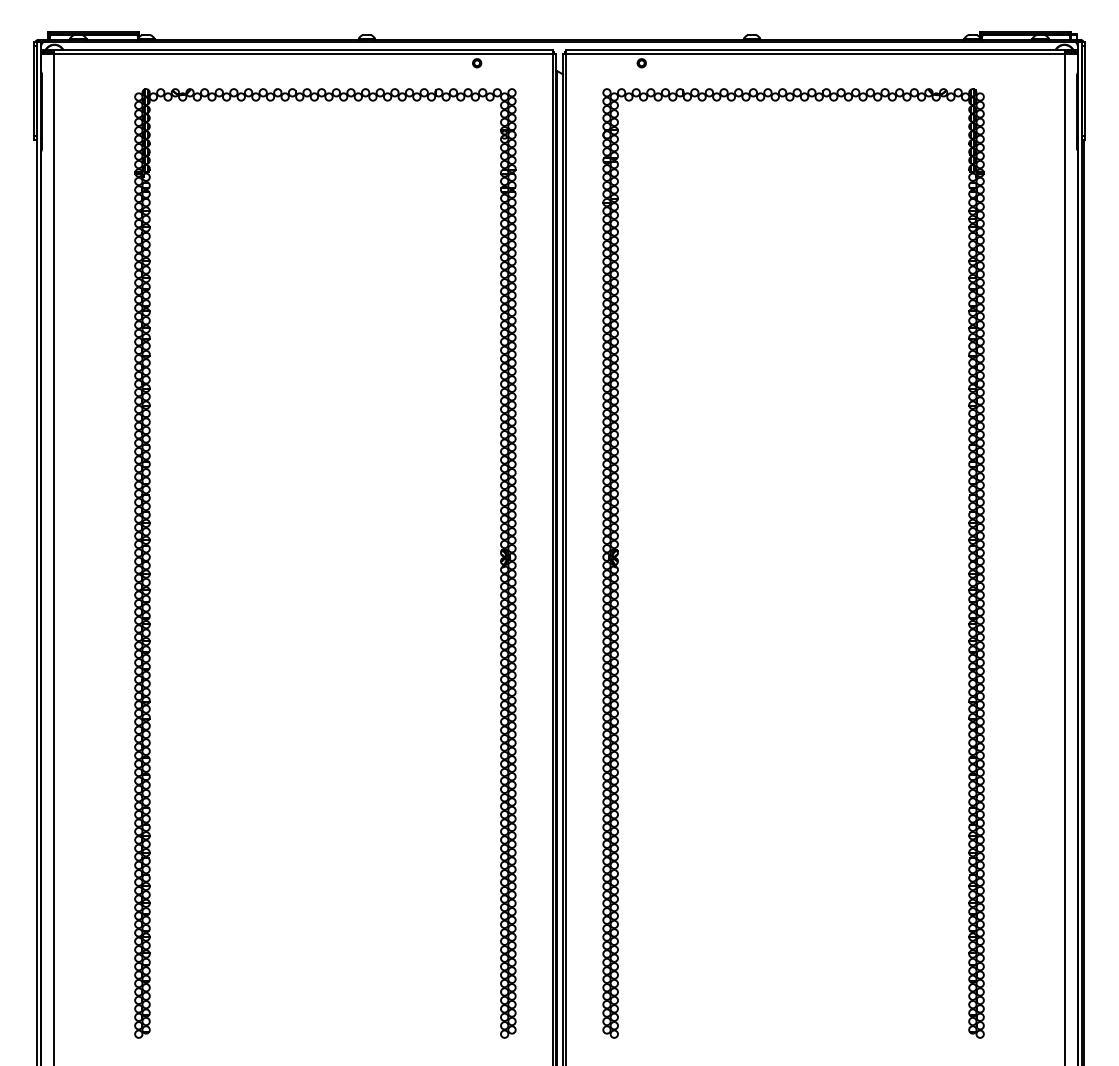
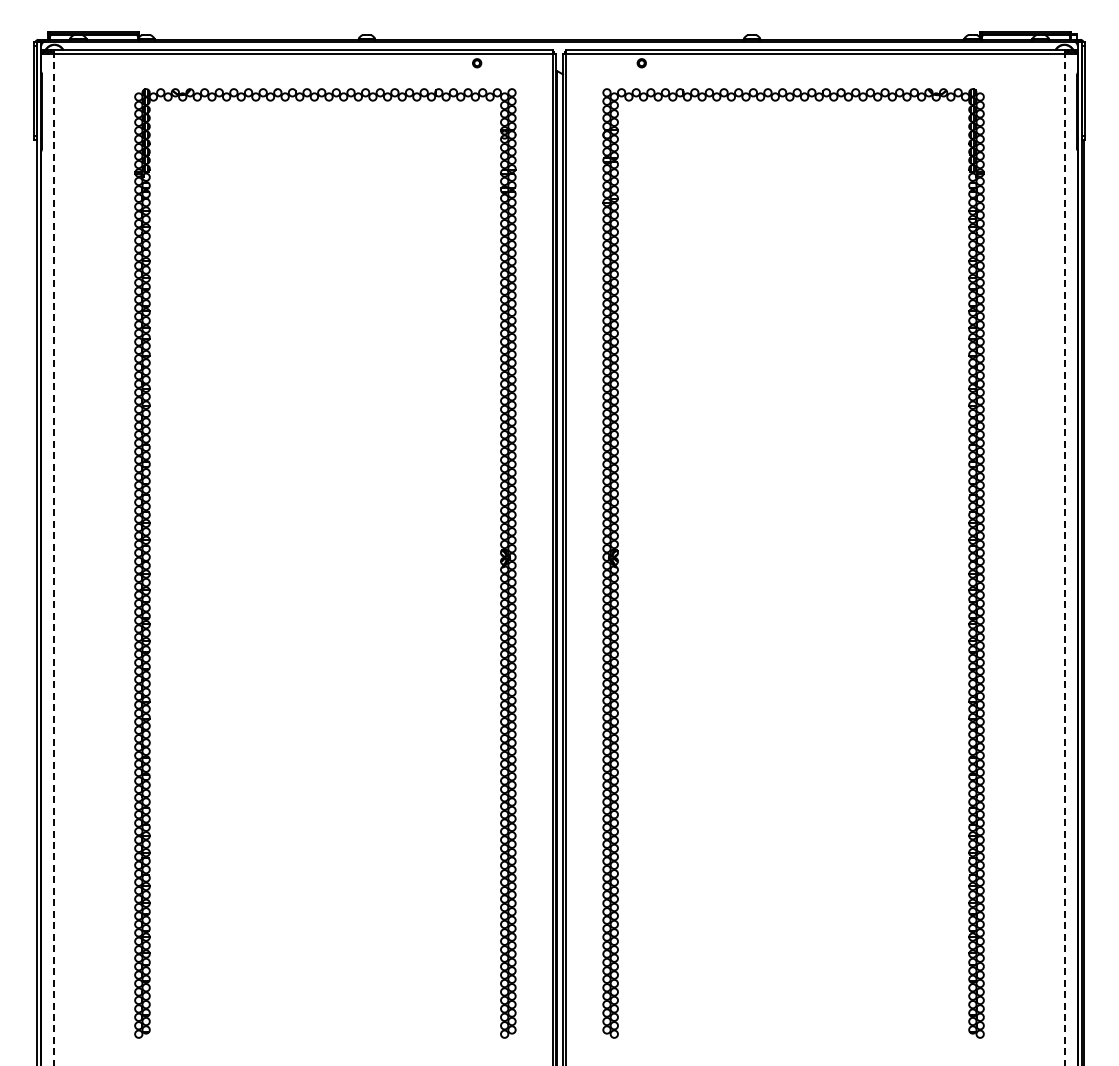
line at (53, 559): solid -> dashed
line at (1065, 559): solid -> dashed
